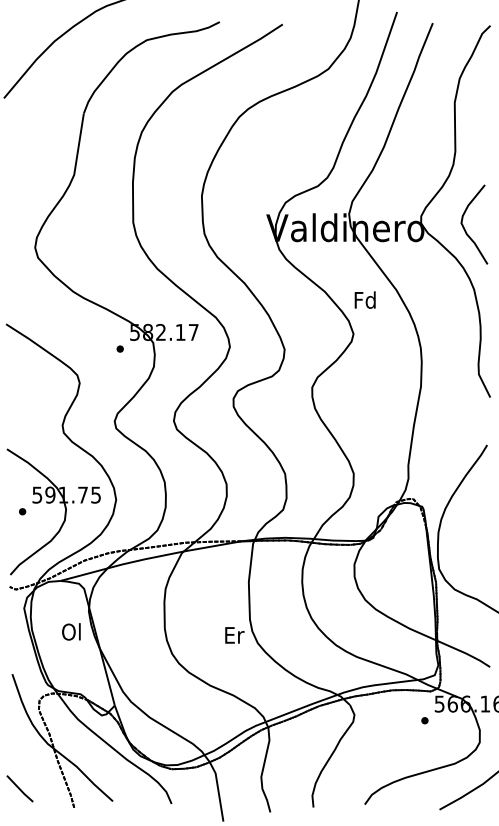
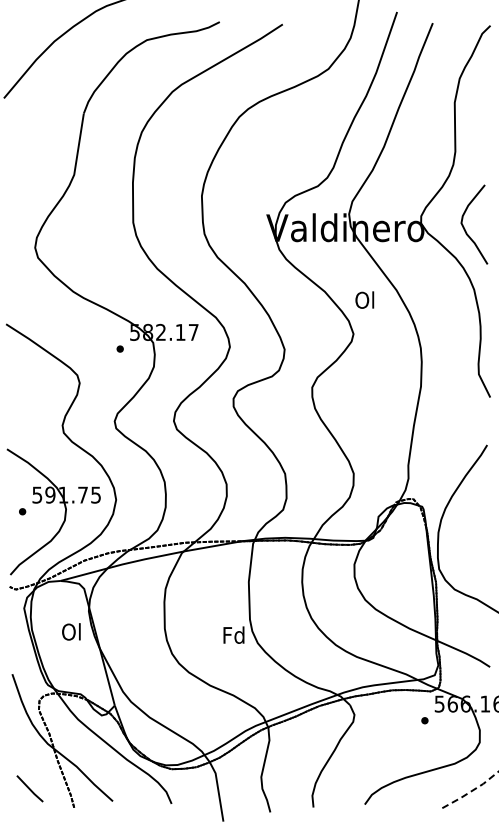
text at (364, 299): Fd -> Ol
text at (233, 634): Er -> Fd
line at (19, 788) position: (19, 788) -> (29, 788)
line at (470, 792): solid -> dashed
